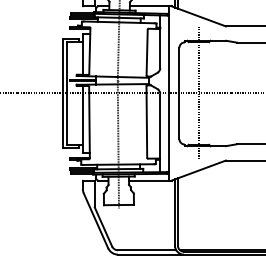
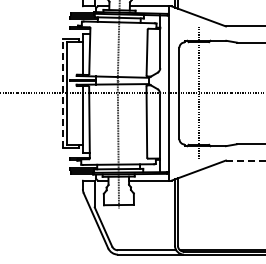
line at (62, 93): solid -> dashed
line at (245, 160): solid -> dashed
